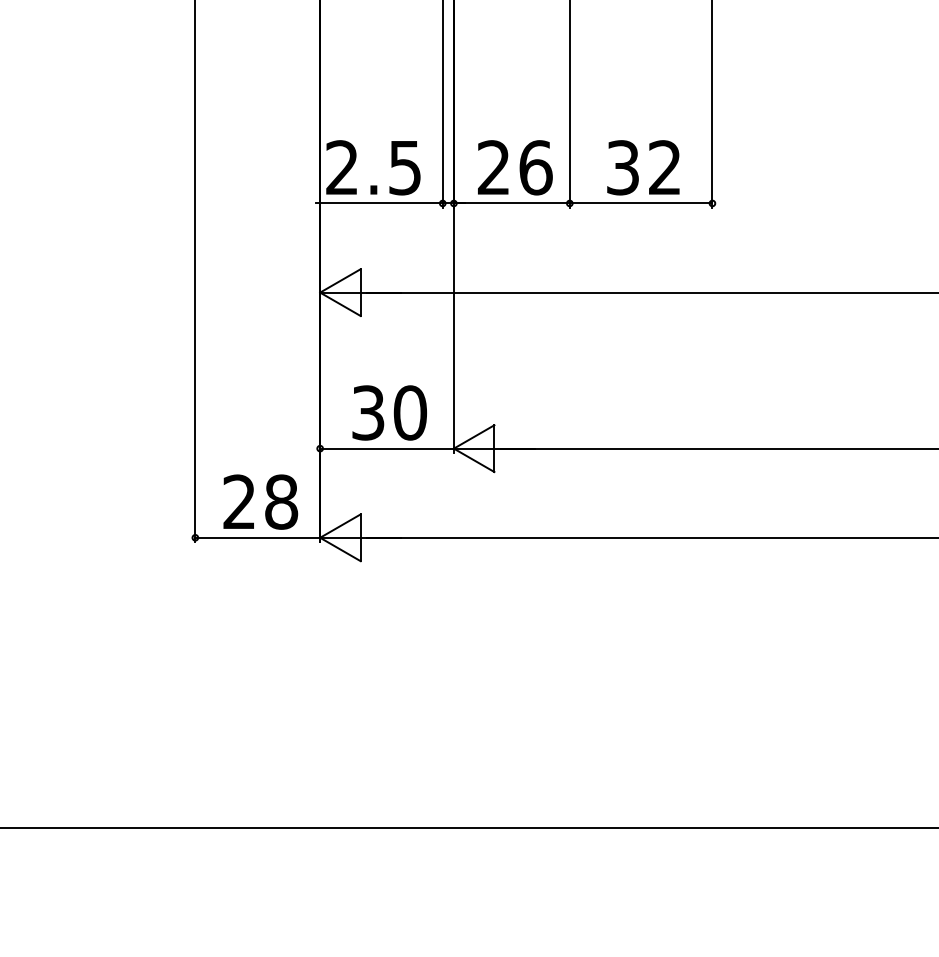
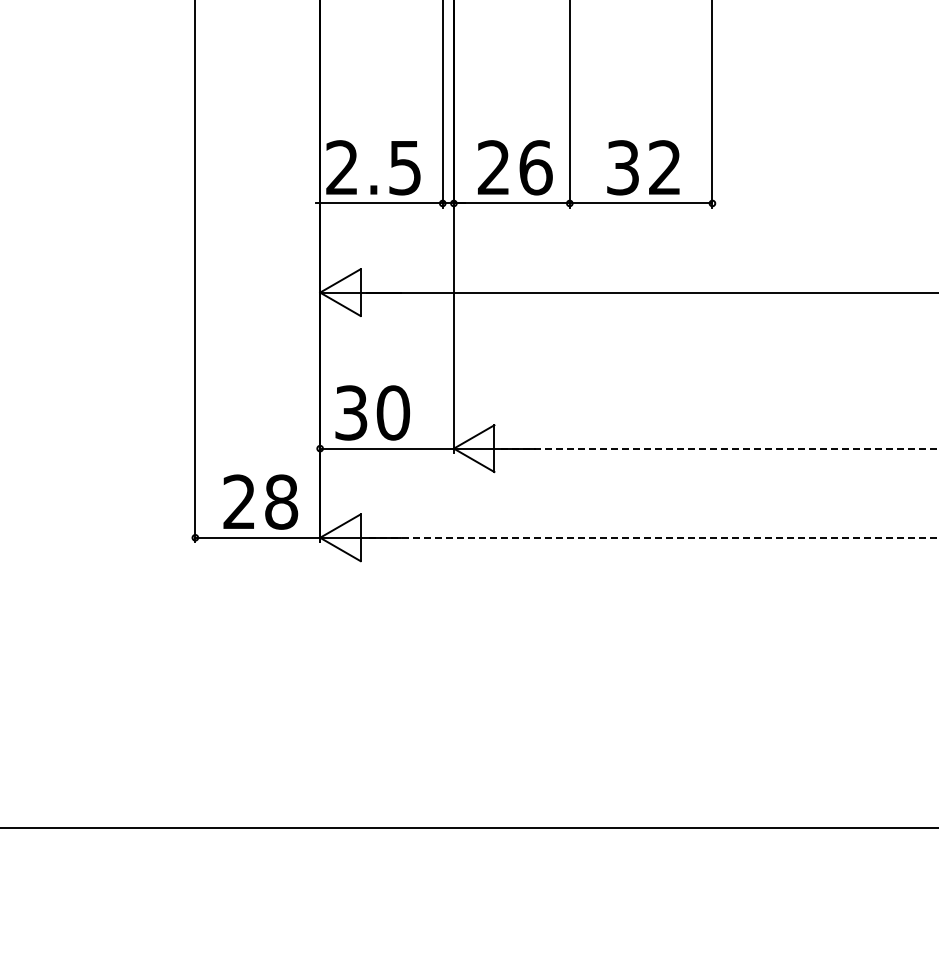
text at (389, 412) position: (389, 412) -> (372, 412)
line at (719, 448): solid -> dashed
line at (652, 537): solid -> dashed
